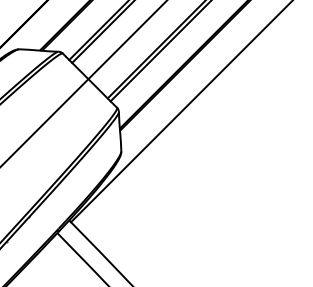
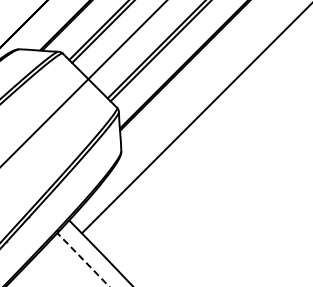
line at (181, 112) position: (181, 112) -> (195, 119)
arc at (83, 260): solid -> dashed
